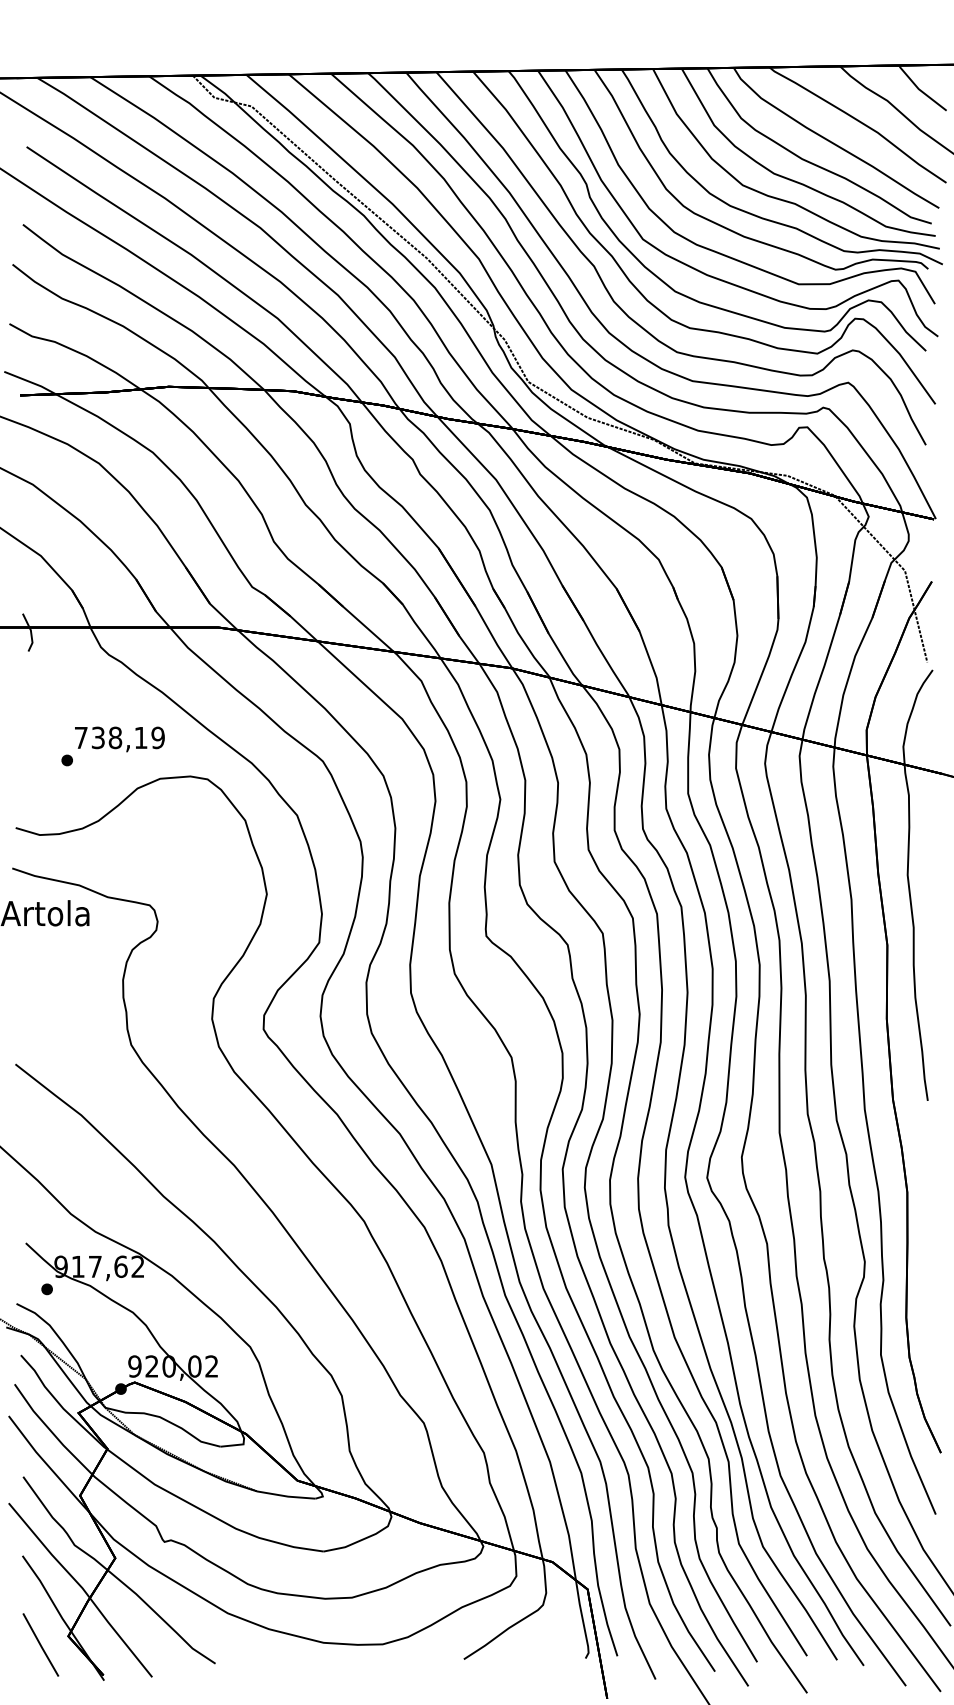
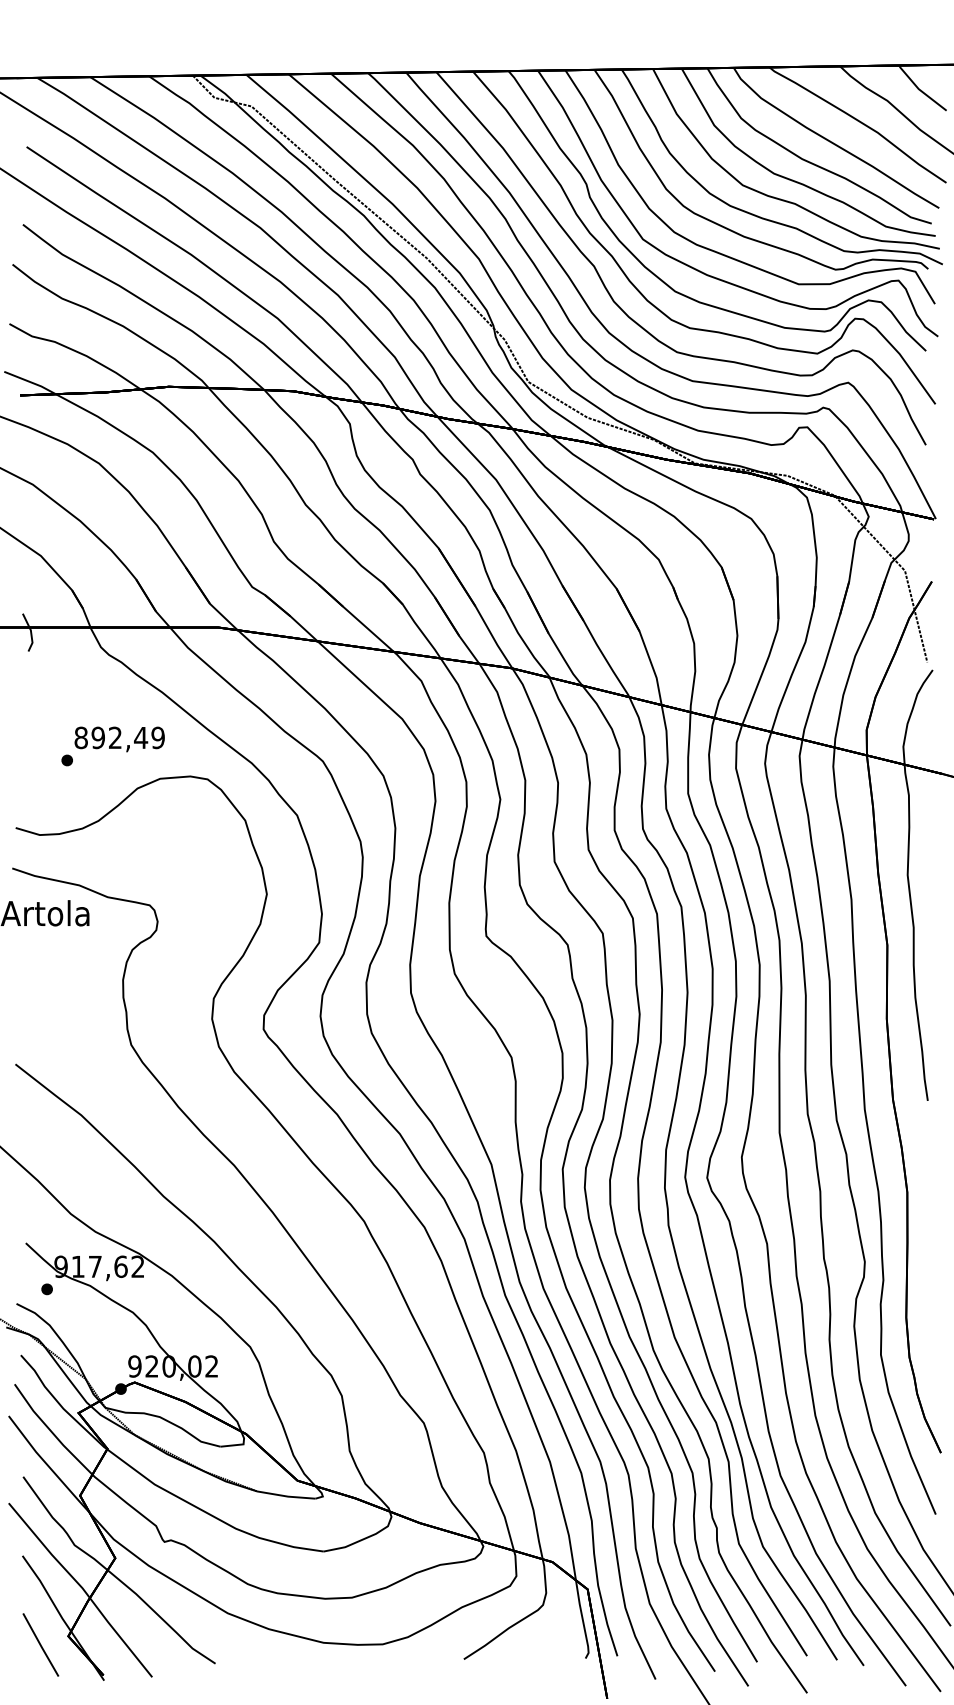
text at (111, 737): 738,19 -> 892,49
